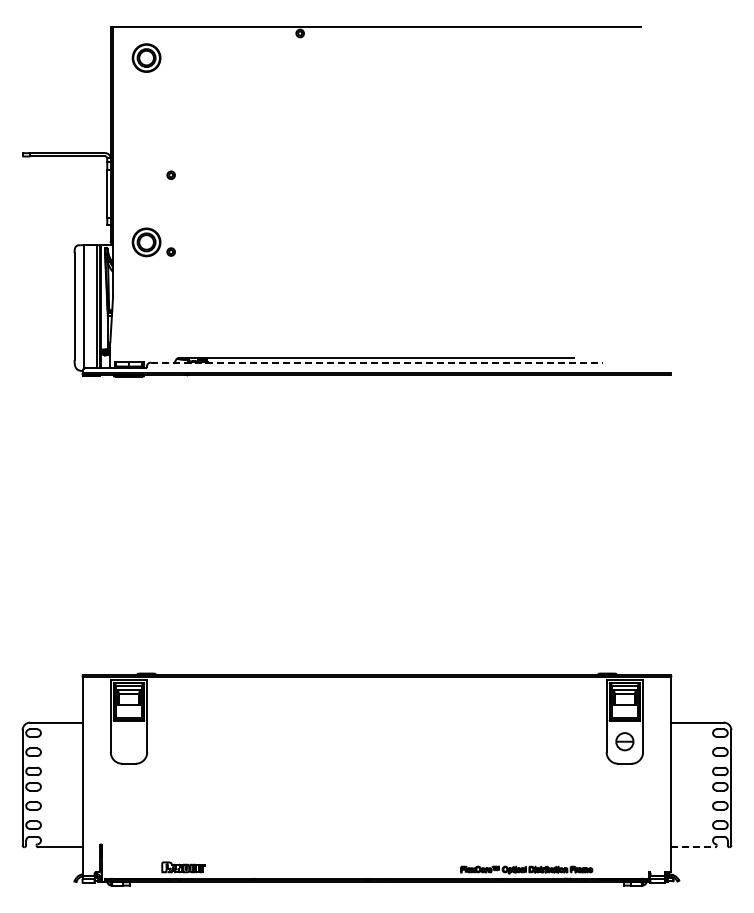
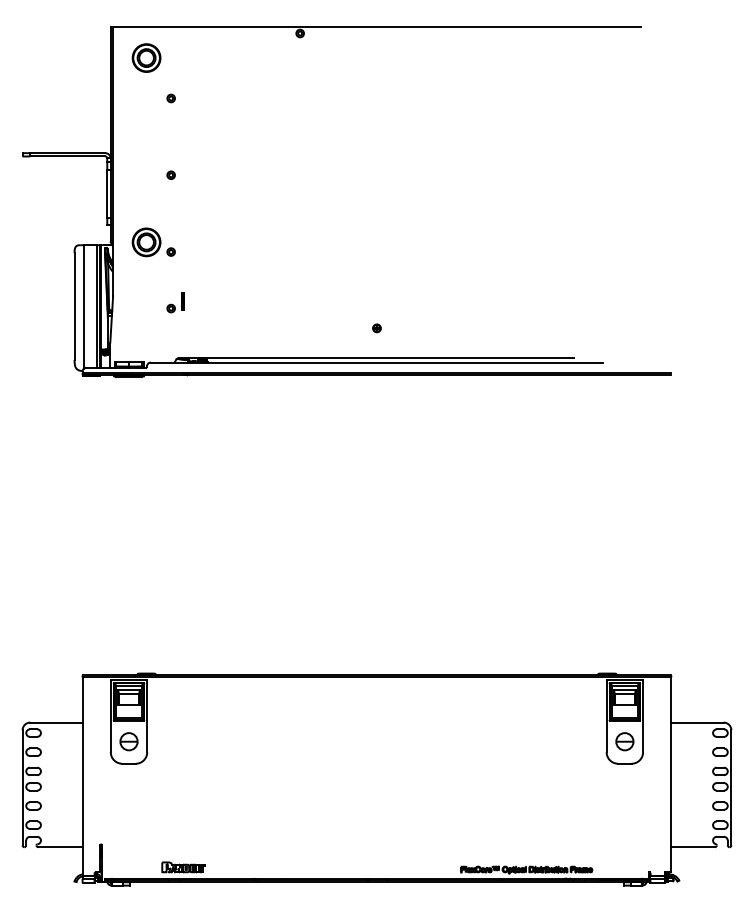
part at (170, 98): none -> present
part at (175, 302): none -> present
part at (376, 328): none -> present
line at (377, 362): dashed -> solid
part at (128, 741): none -> present
line at (693, 847): dashed -> solid
